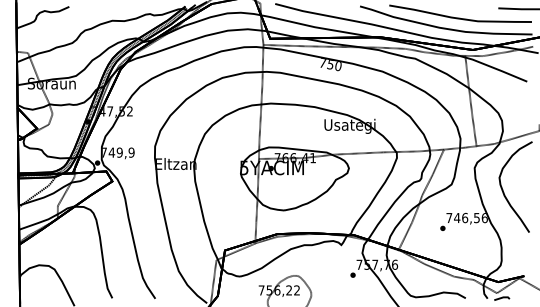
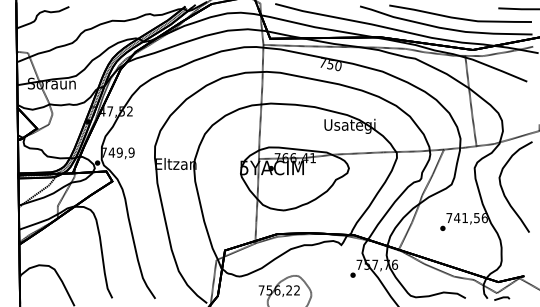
text at (465, 217): 746,56 -> 741,56
